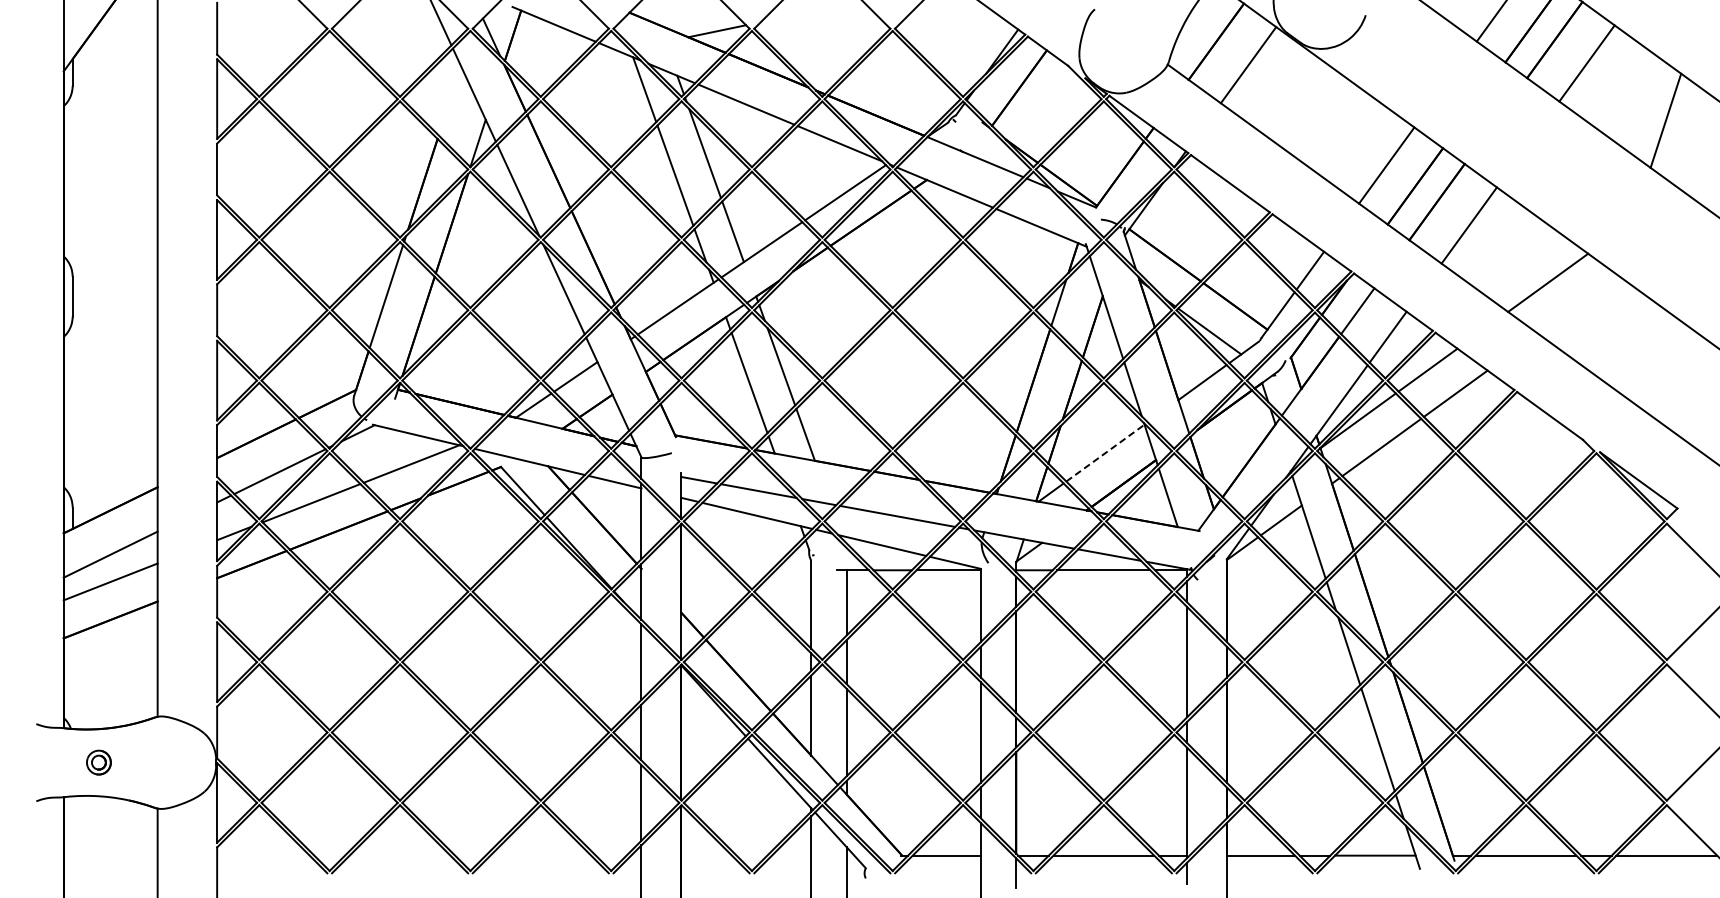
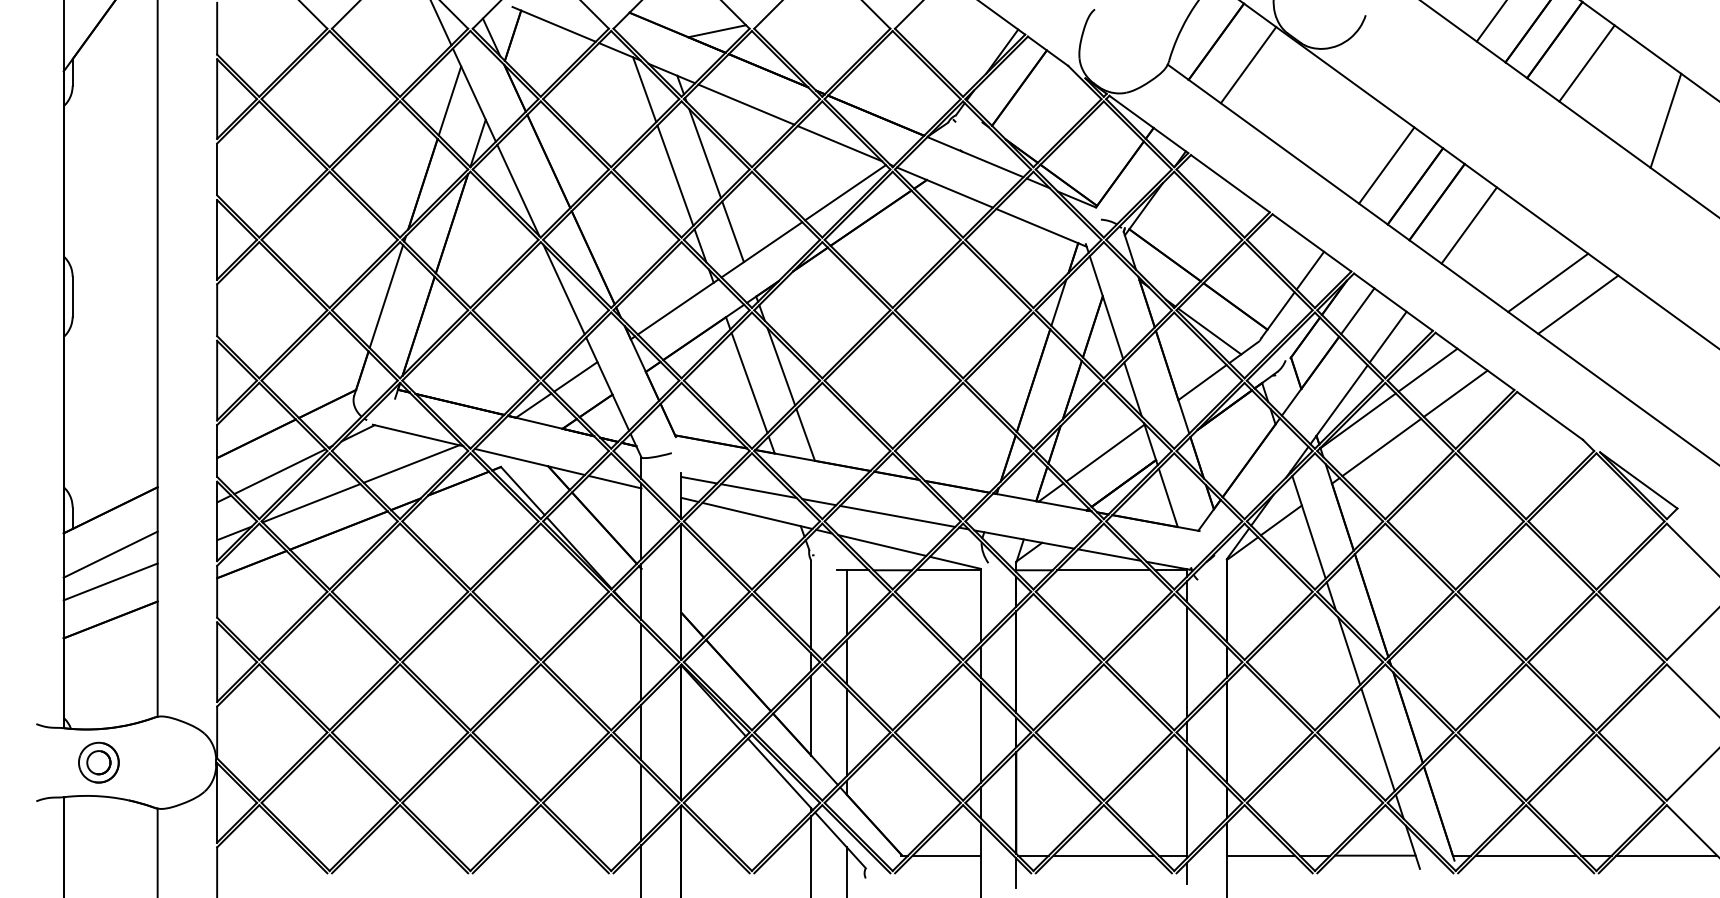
line at (449, 100): none -> present
line at (1578, 304): none -> present
line at (1105, 452): dashed -> solid
part at (98, 762) size: 26x27 px -> 42x43 px
